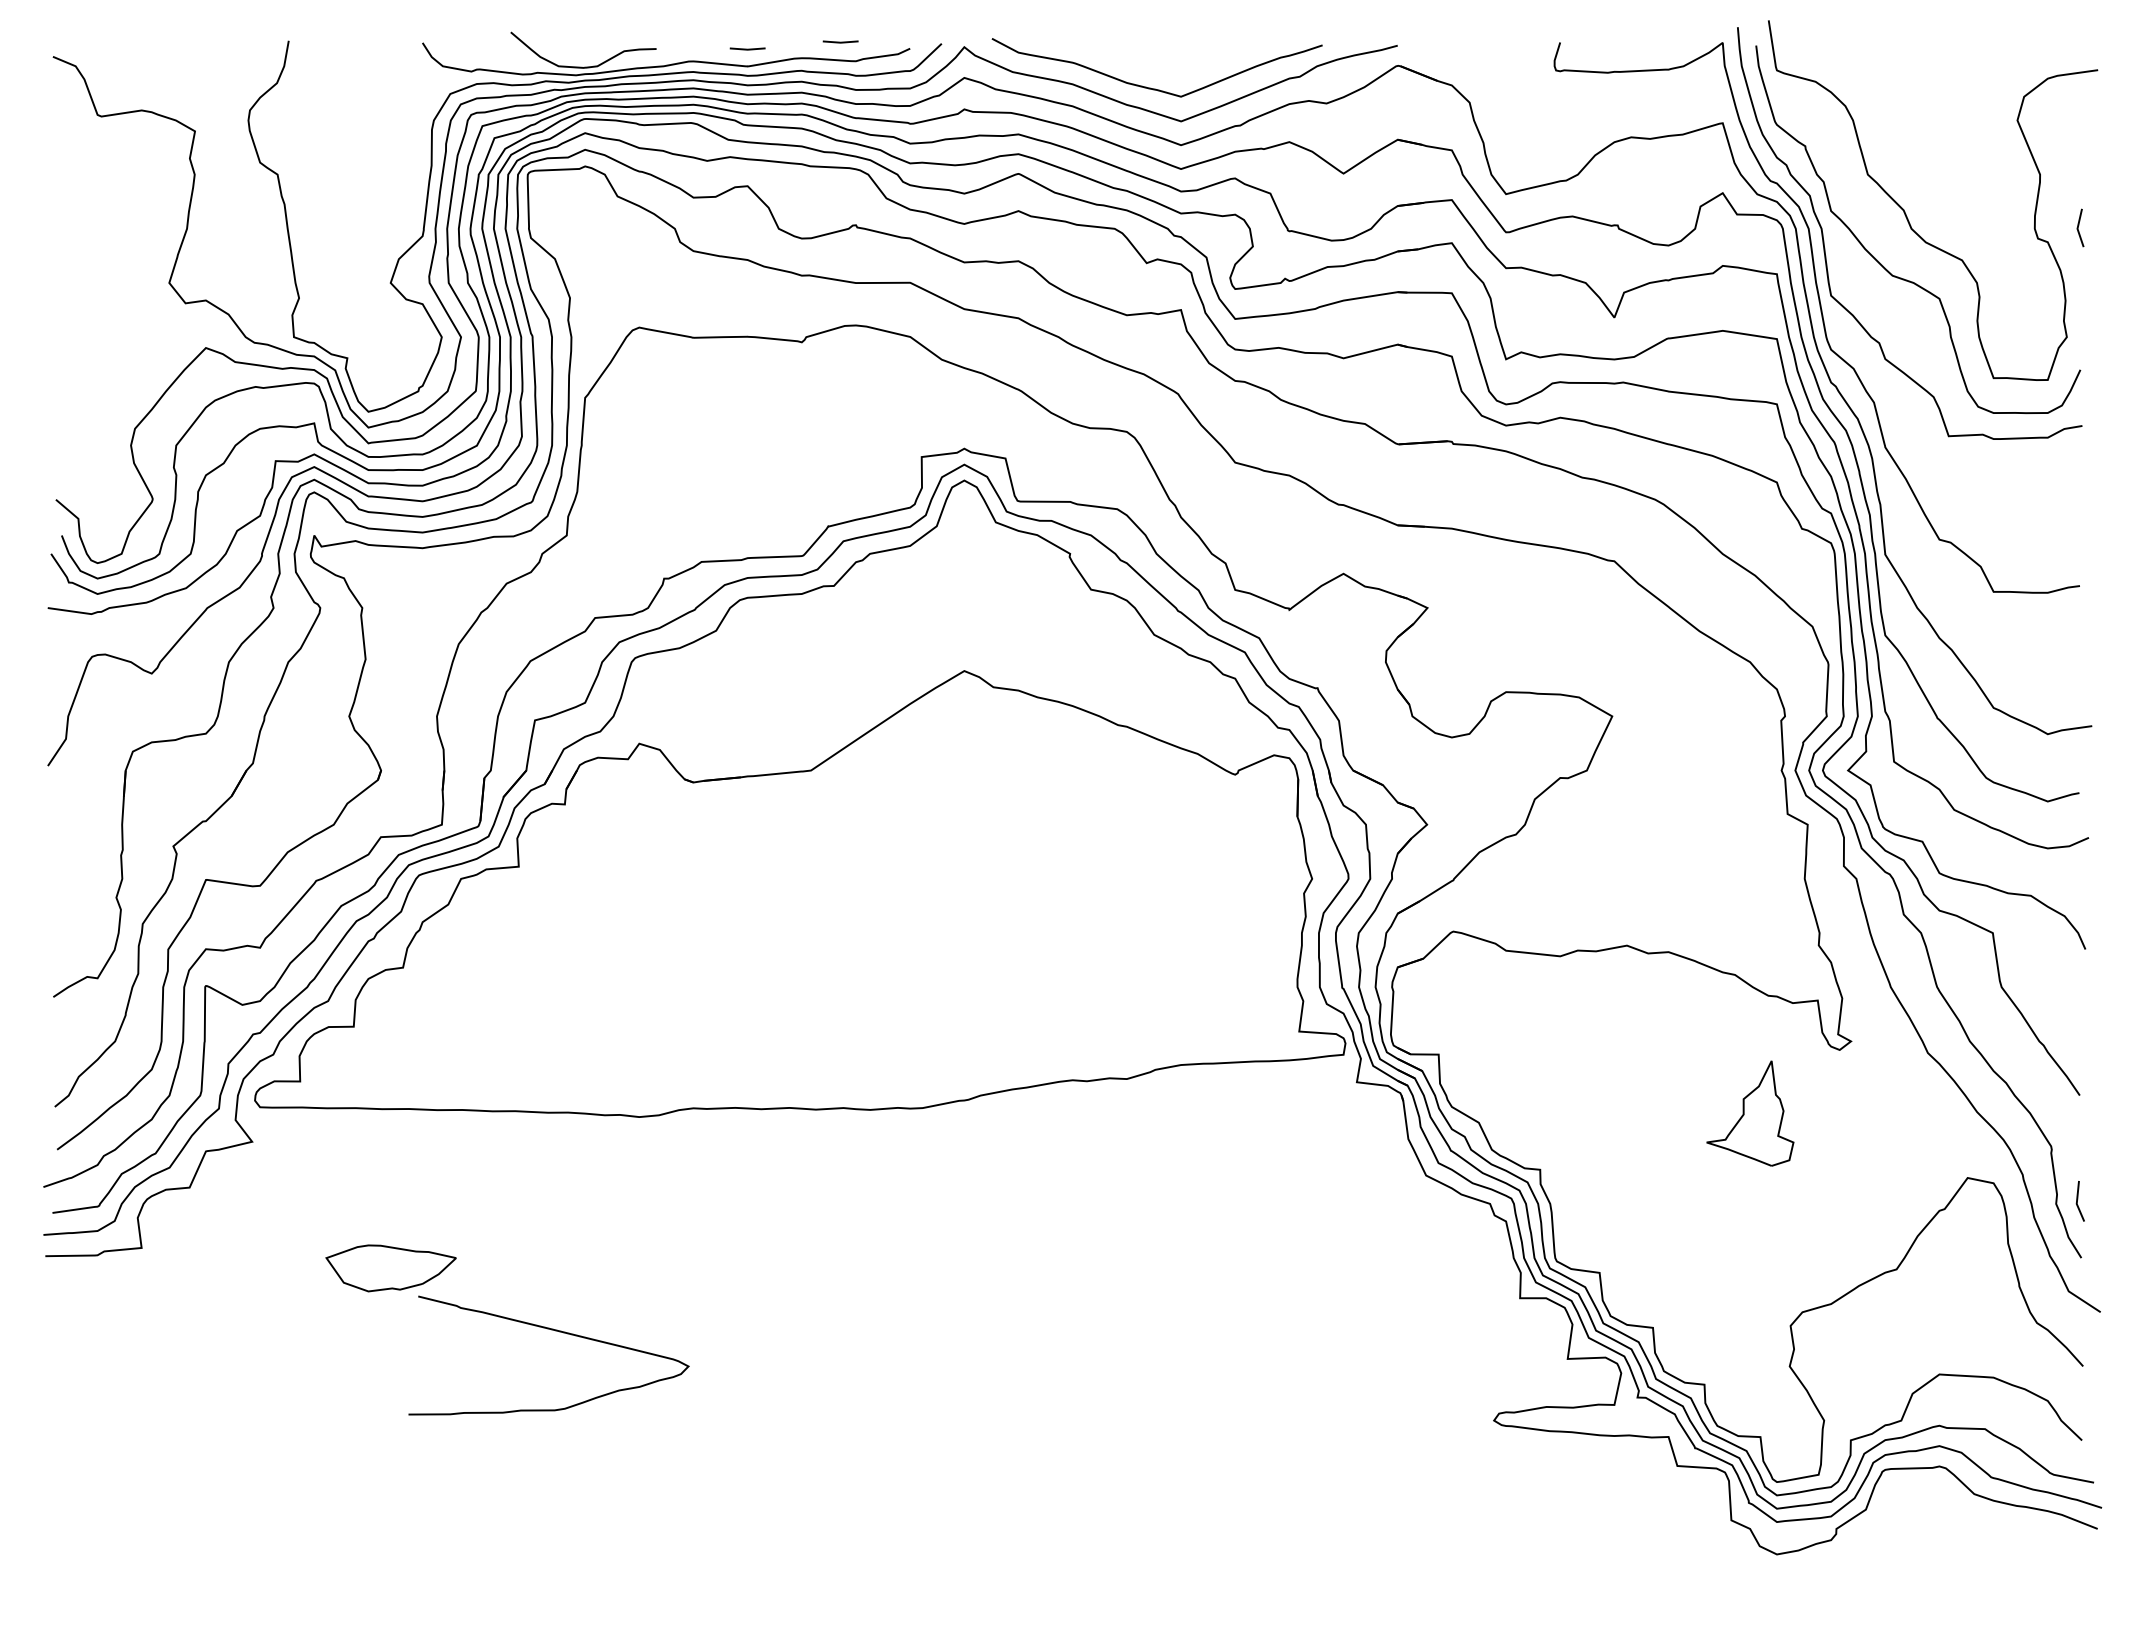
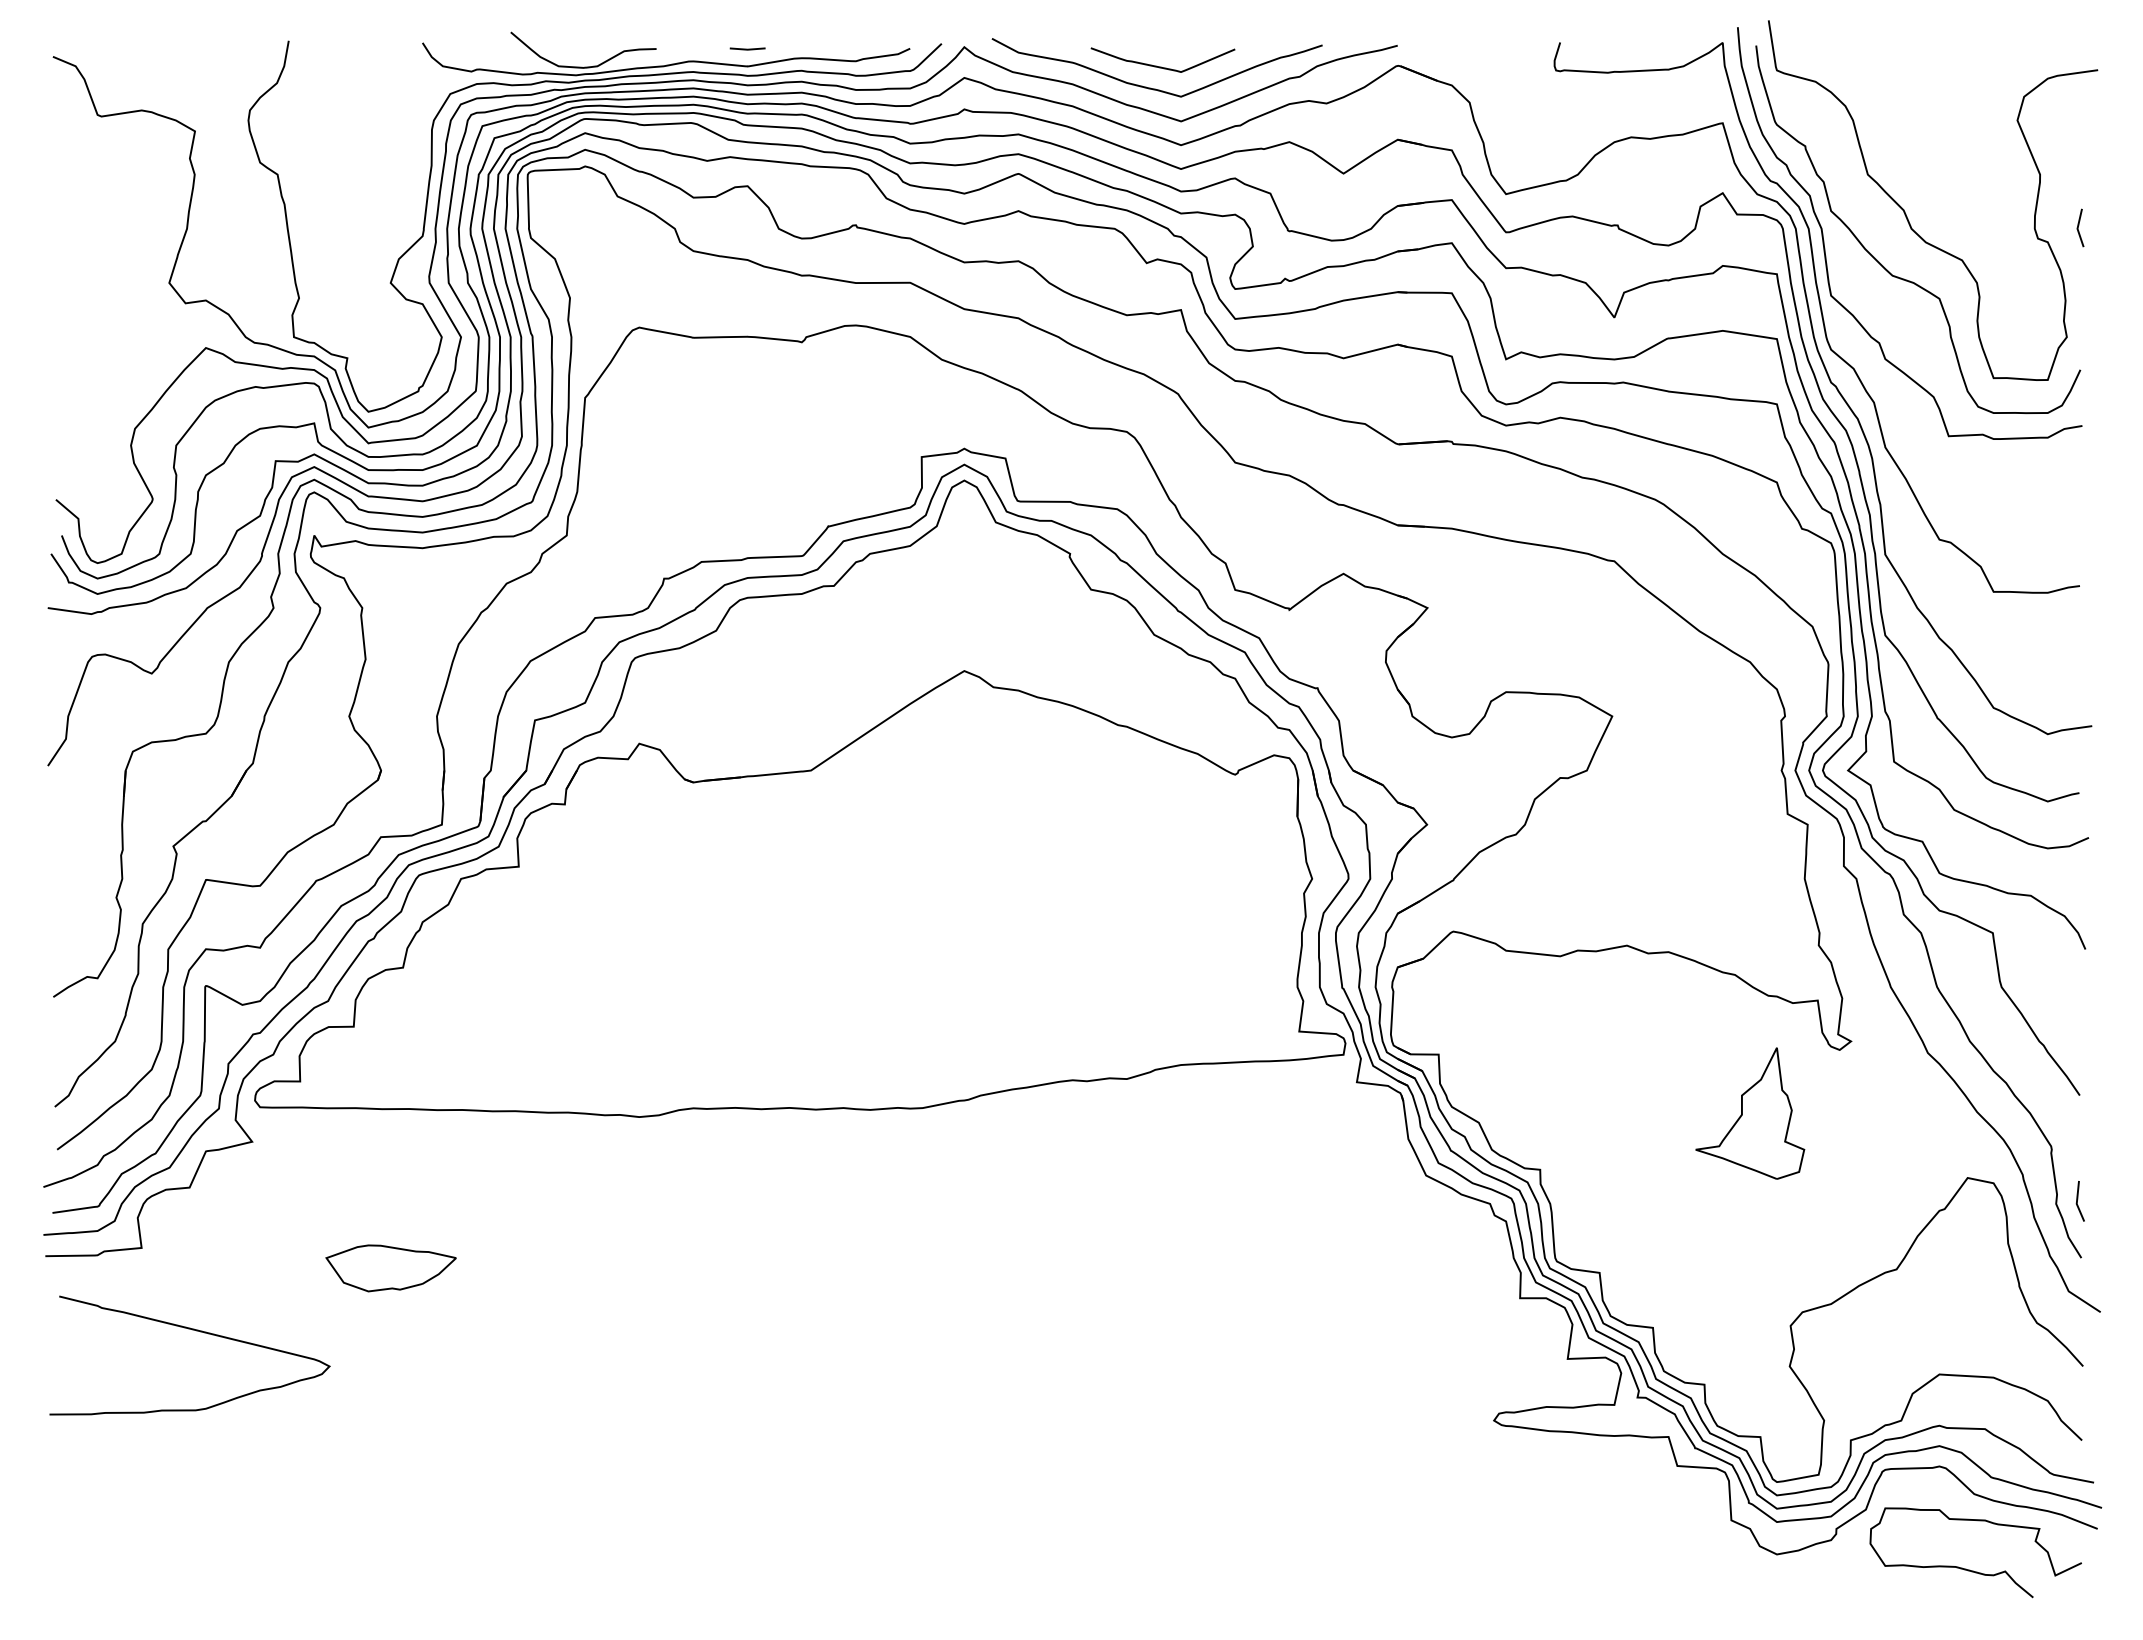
line at (840, 41): present -> none
curve at (1161, 66): none -> present
part at (1750, 1113) size: 89x107 px -> 111x133 px
curve at (555, 1331) position: (555, 1331) -> (196, 1331)
curve at (1969, 1569): none -> present
